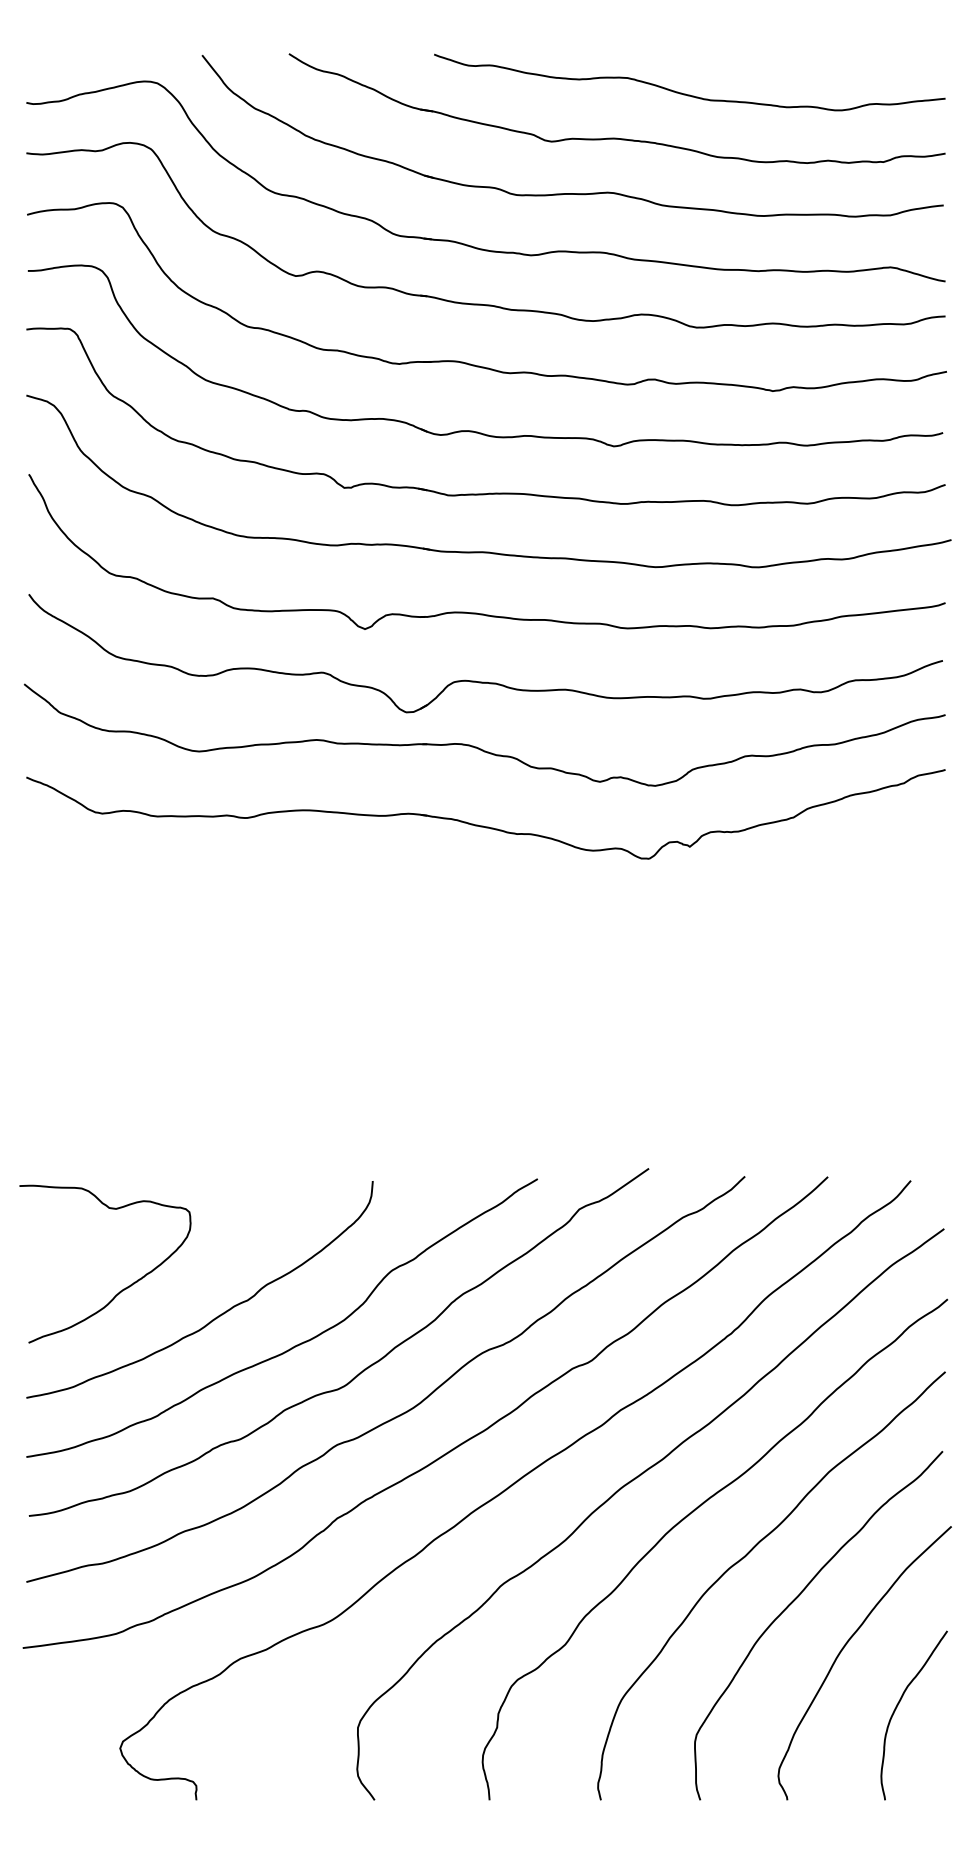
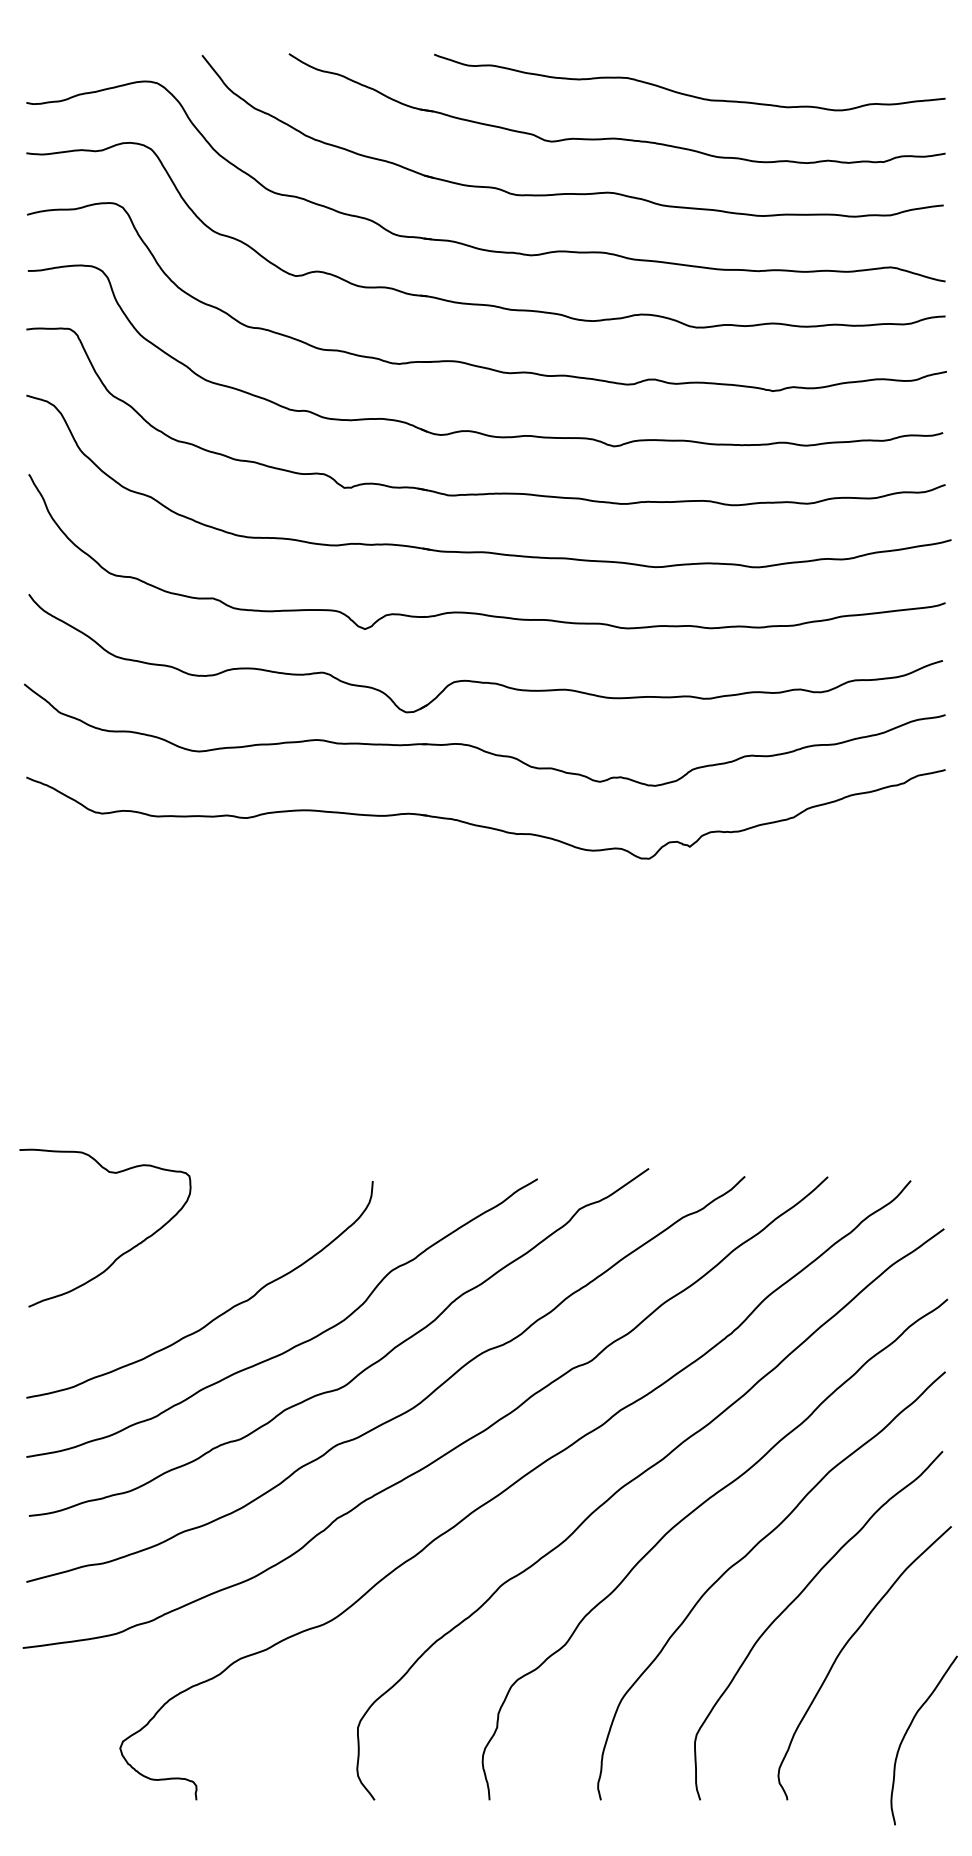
curve at (123, 1288) position: (123, 1288) -> (123, 1252)
curve at (897, 1707) position: (897, 1707) -> (907, 1732)
